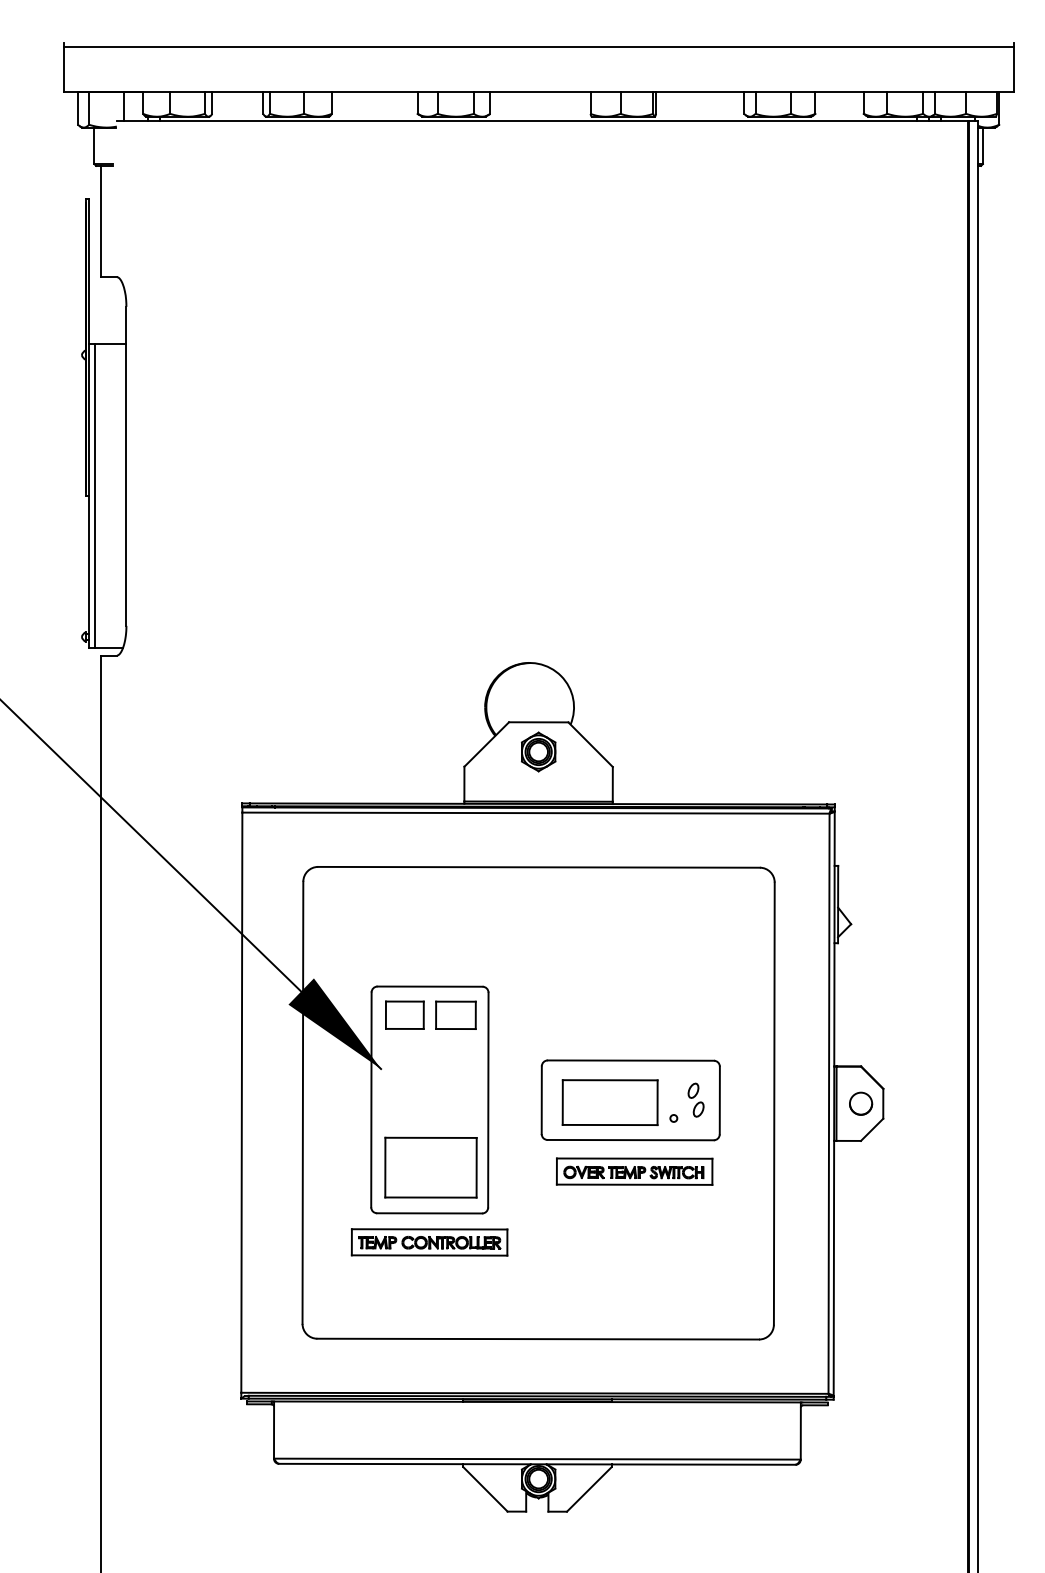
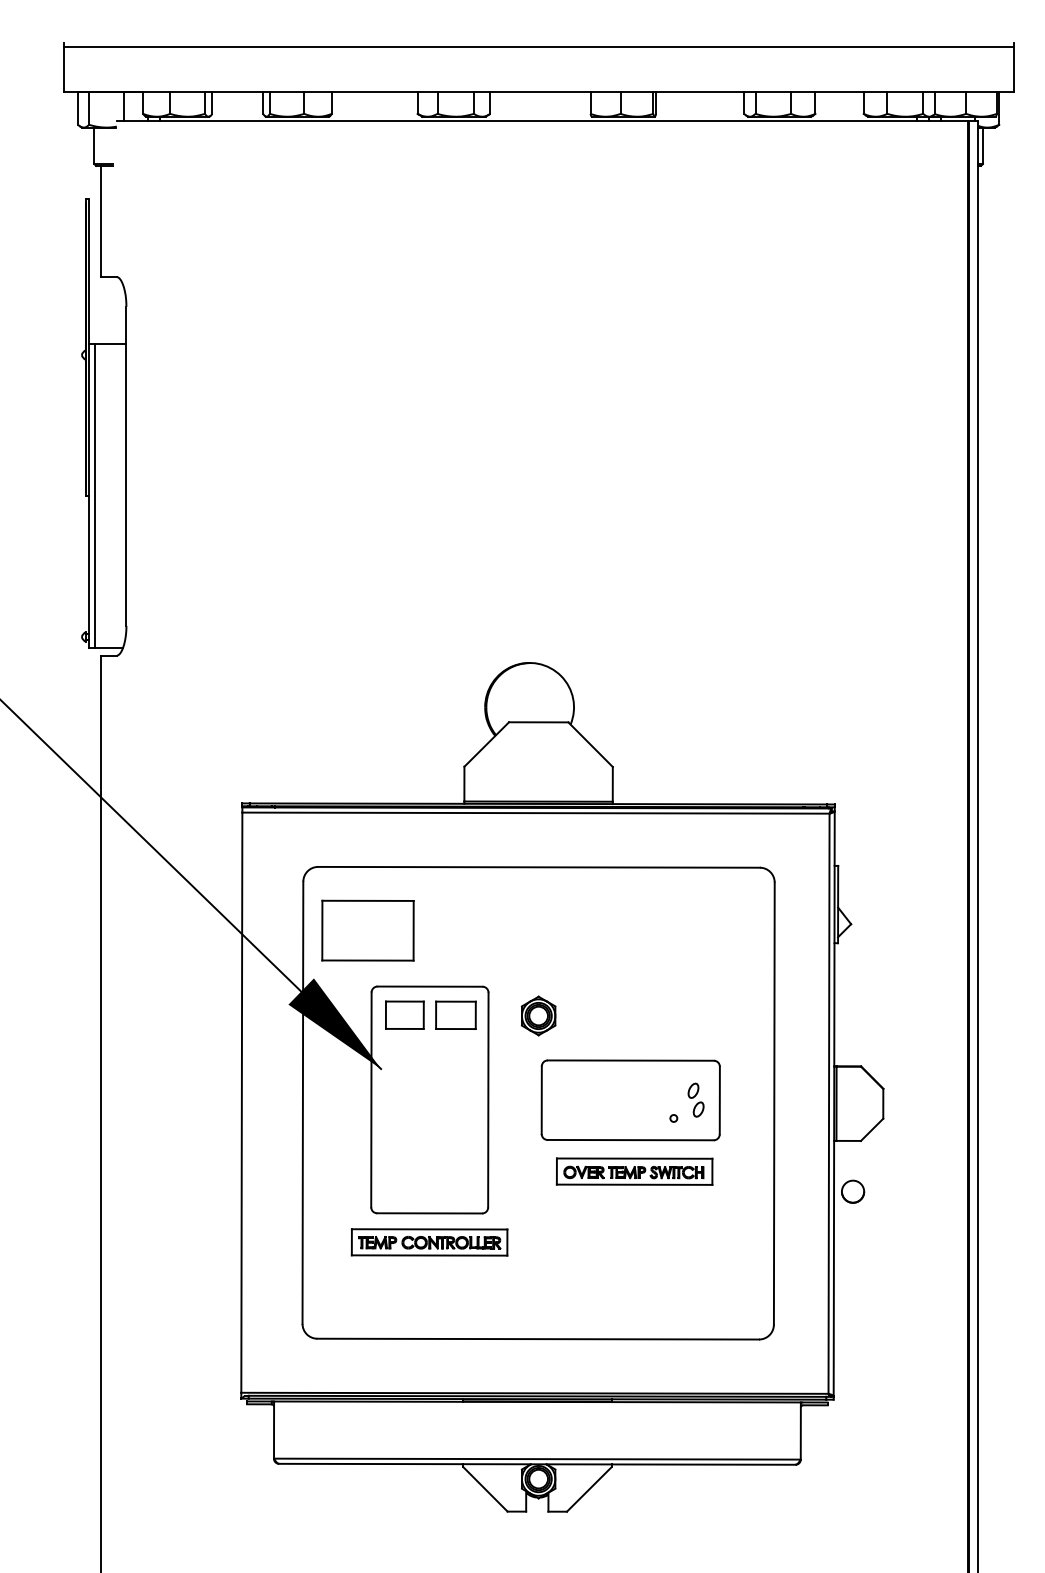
part at (538, 751) position: (538, 751) -> (538, 1015)
part at (609, 1102): present -> none
circle at (861, 1103) position: (861, 1103) -> (853, 1191)
part at (430, 1167) position: (430, 1167) -> (367, 930)
